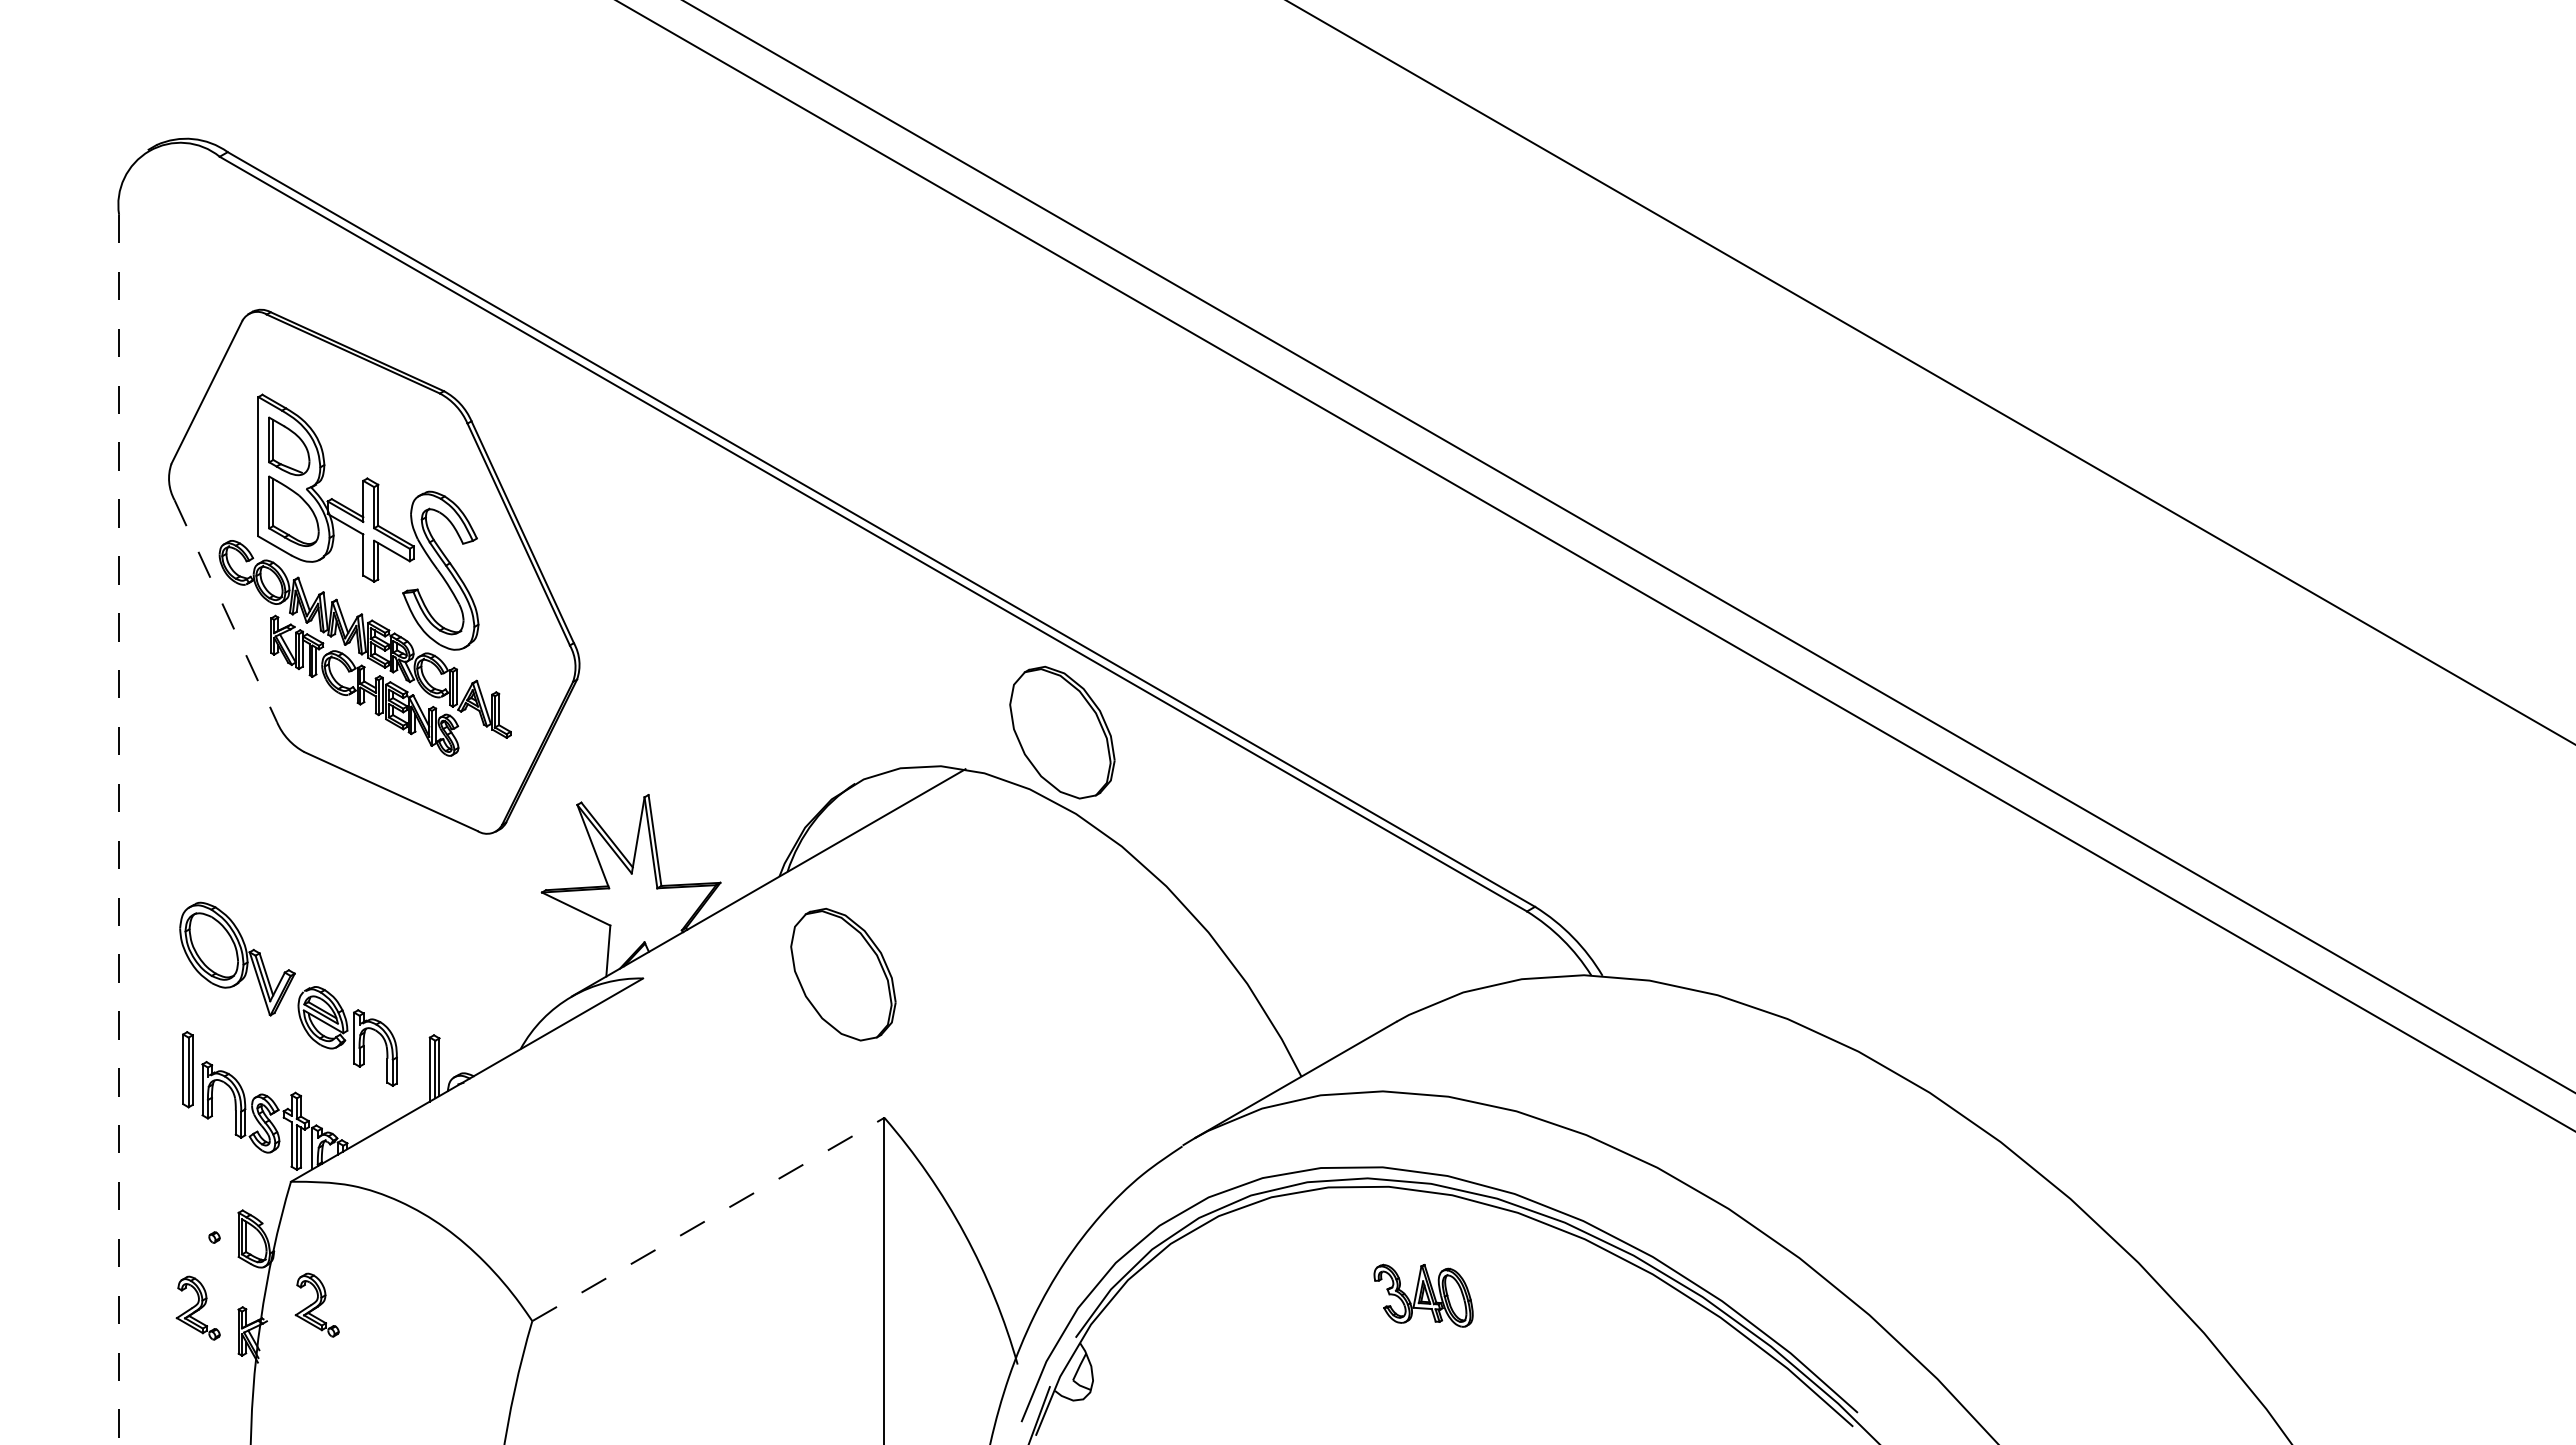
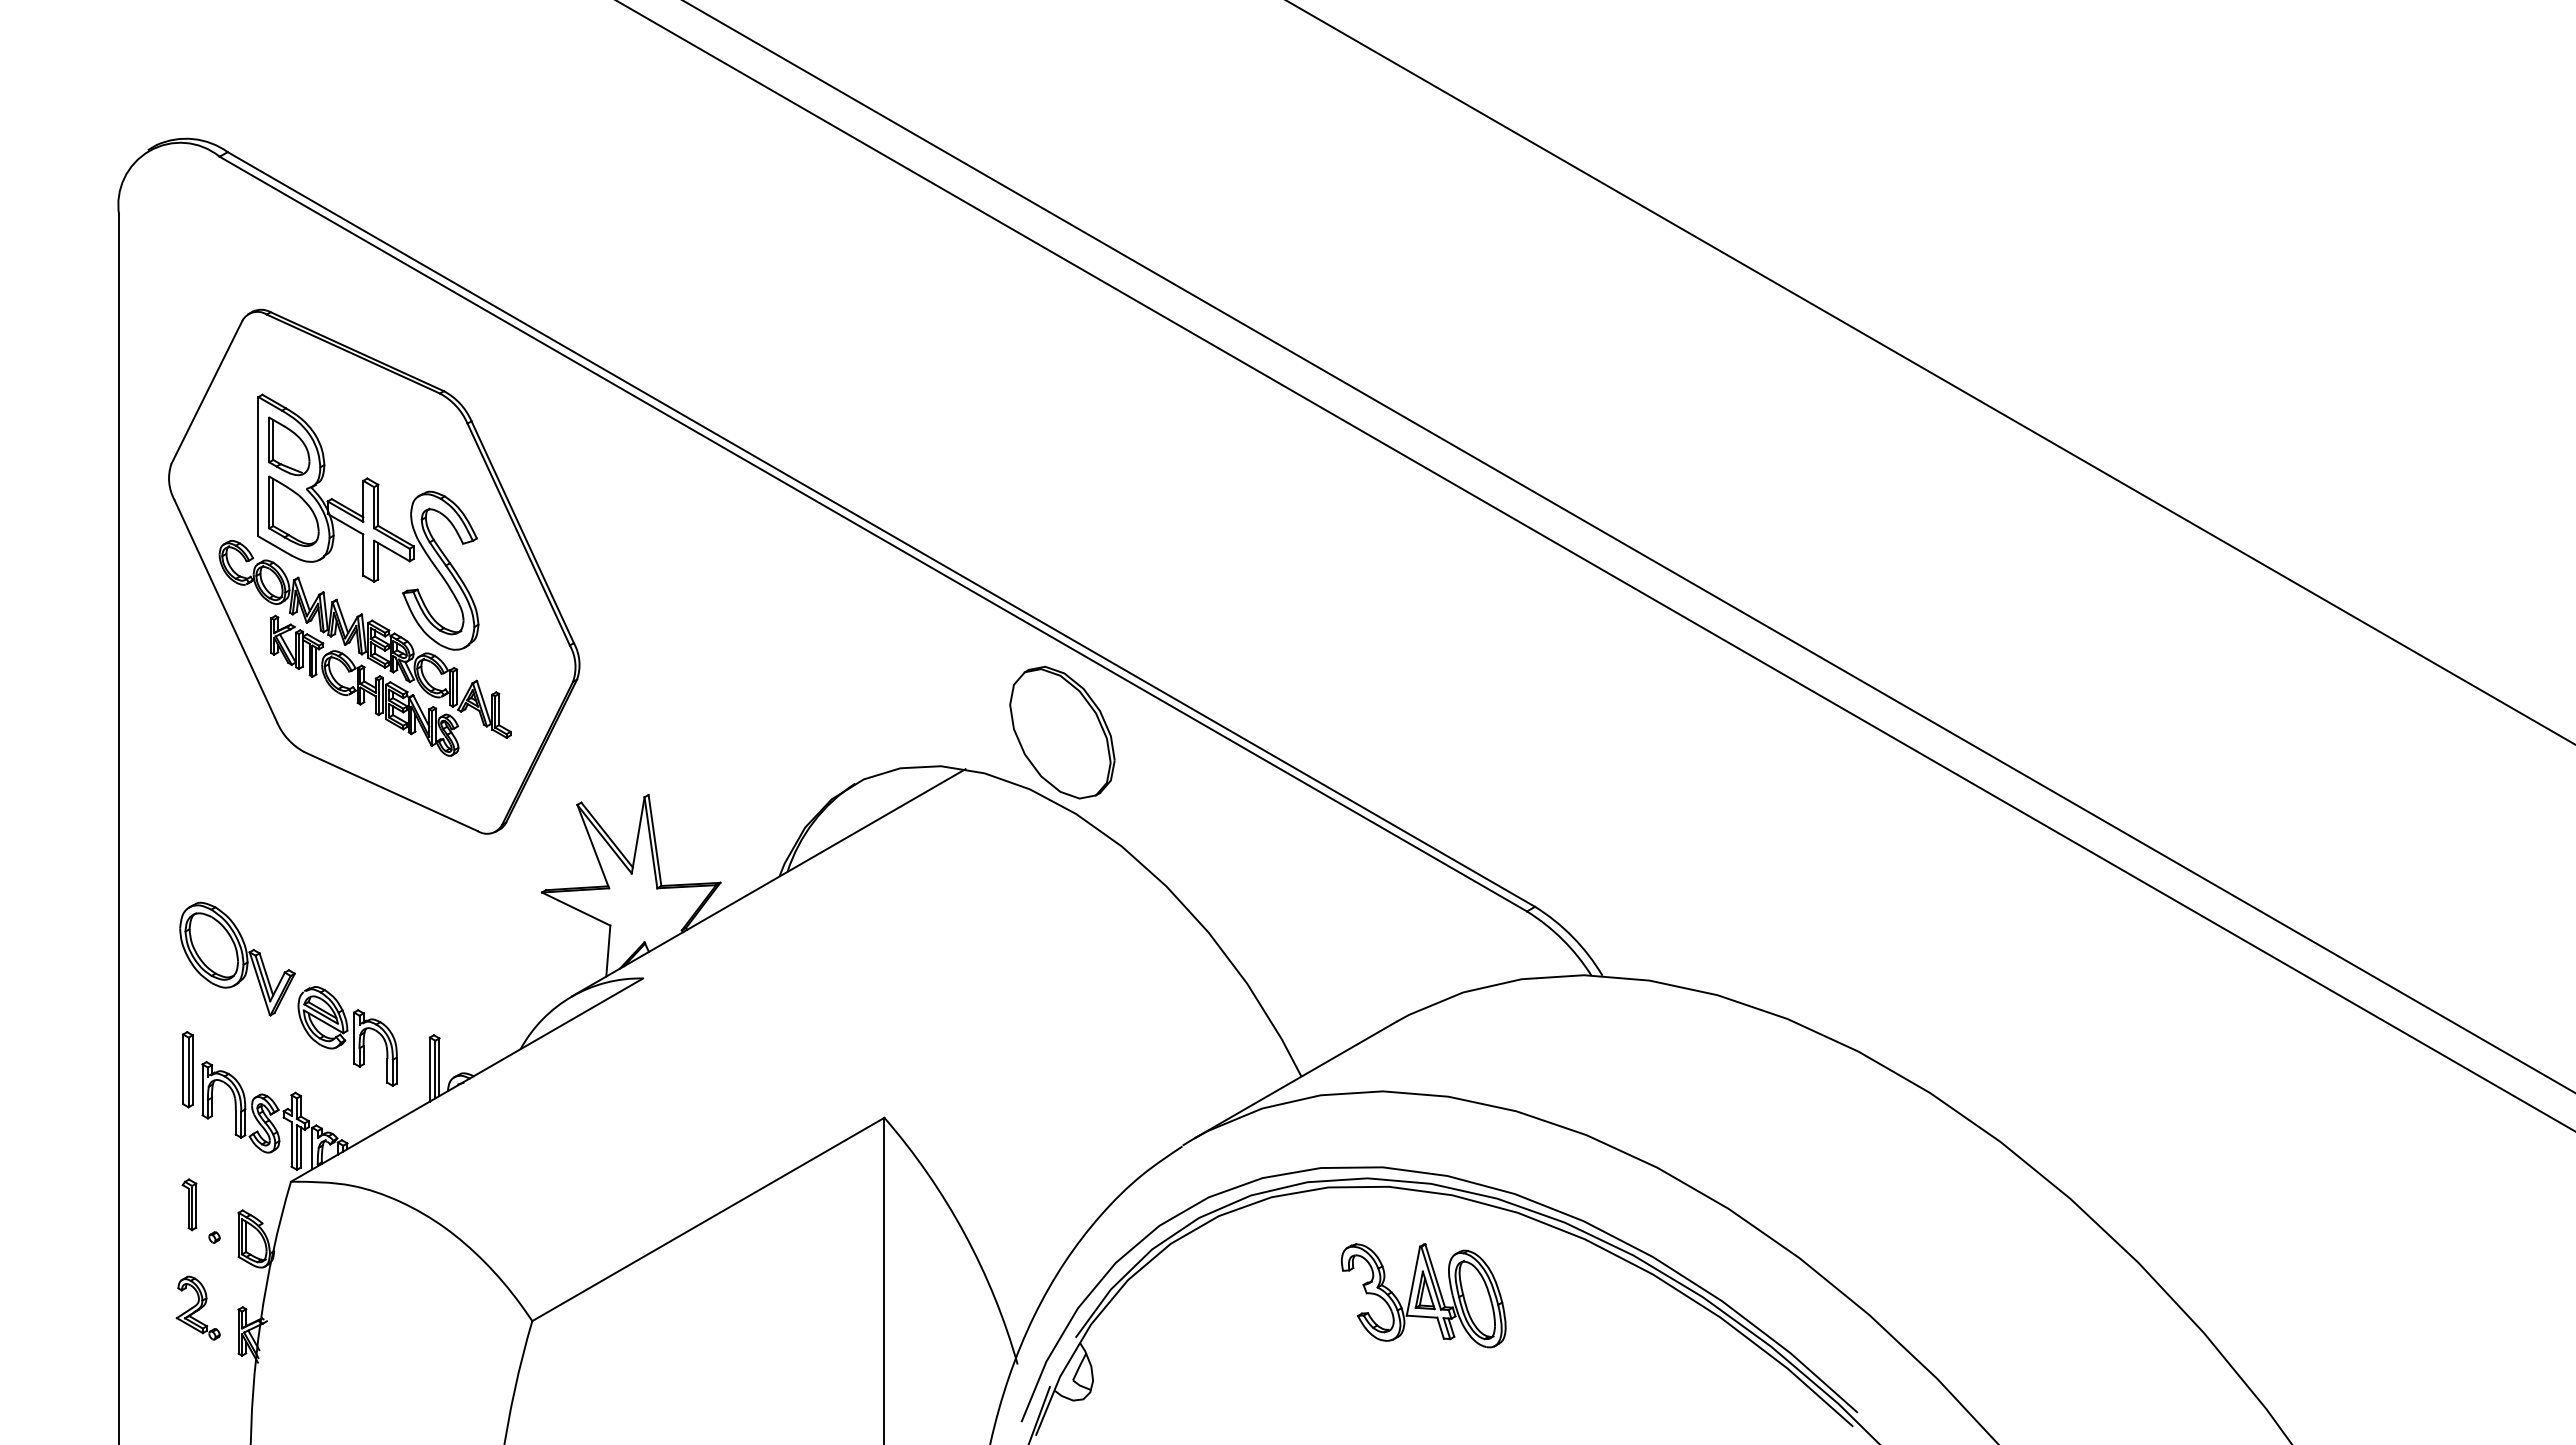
line at (226, 611): dashed -> solid
line at (119, 829): dashed -> solid
part at (843, 974): present -> none
part at (189, 1204): none -> present
line at (708, 1219): dashed -> solid
part at (1423, 1295) size: 101x65 px -> 167x106 px
part at (316, 1304): present -> none
